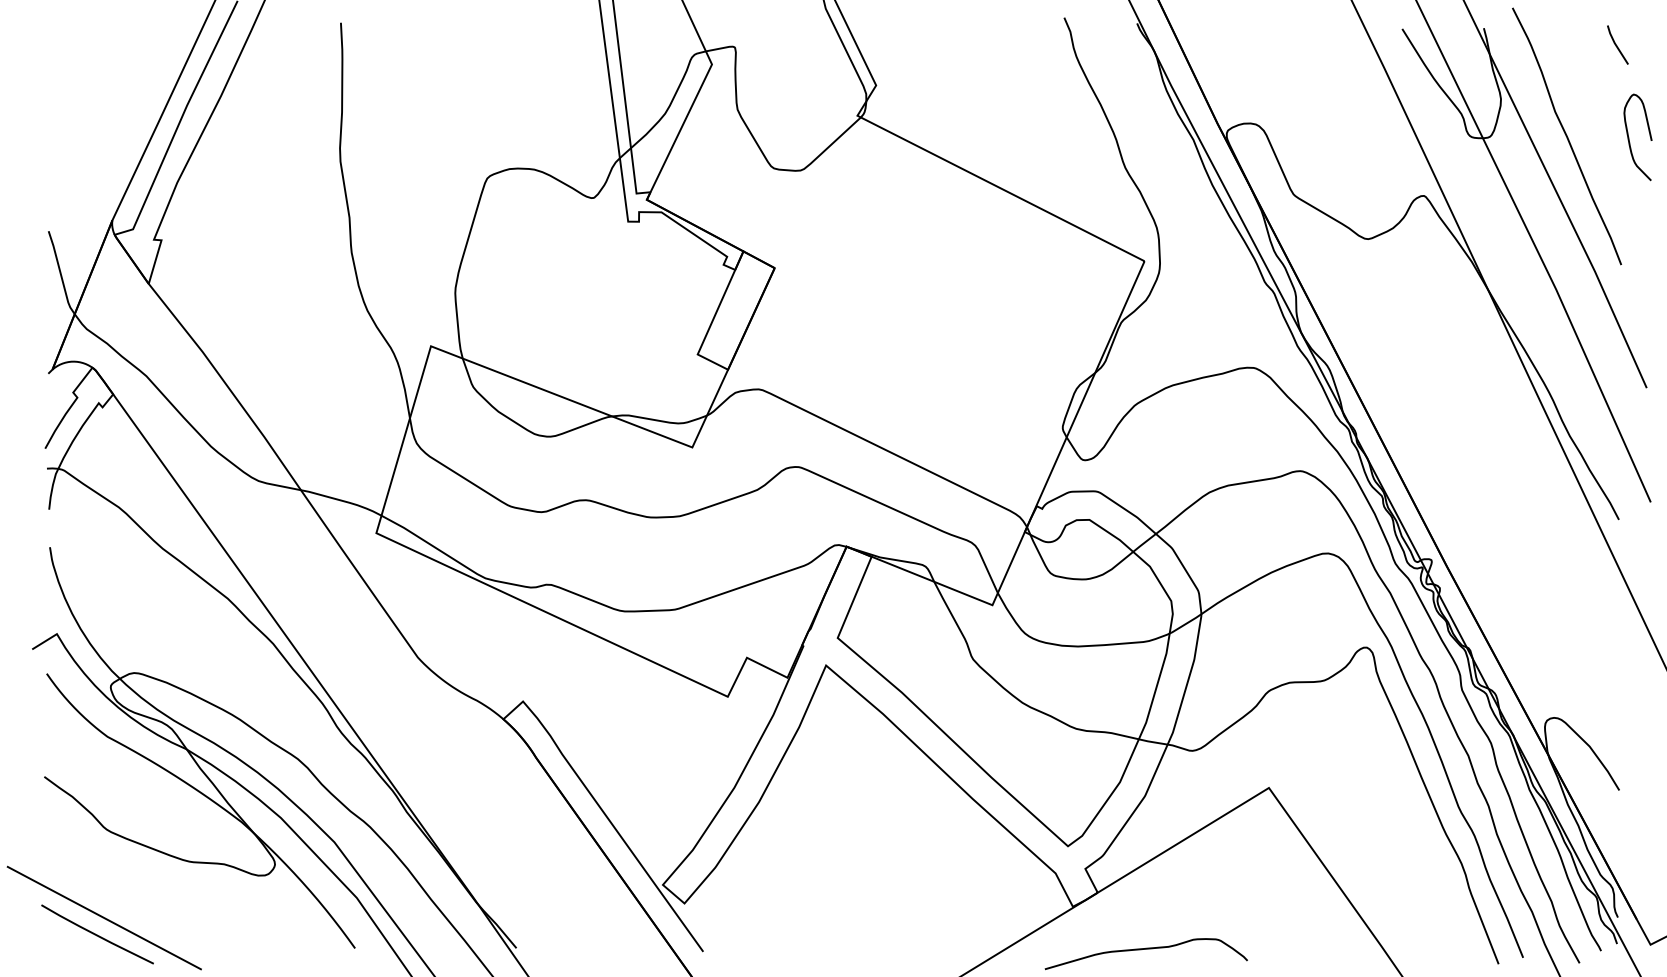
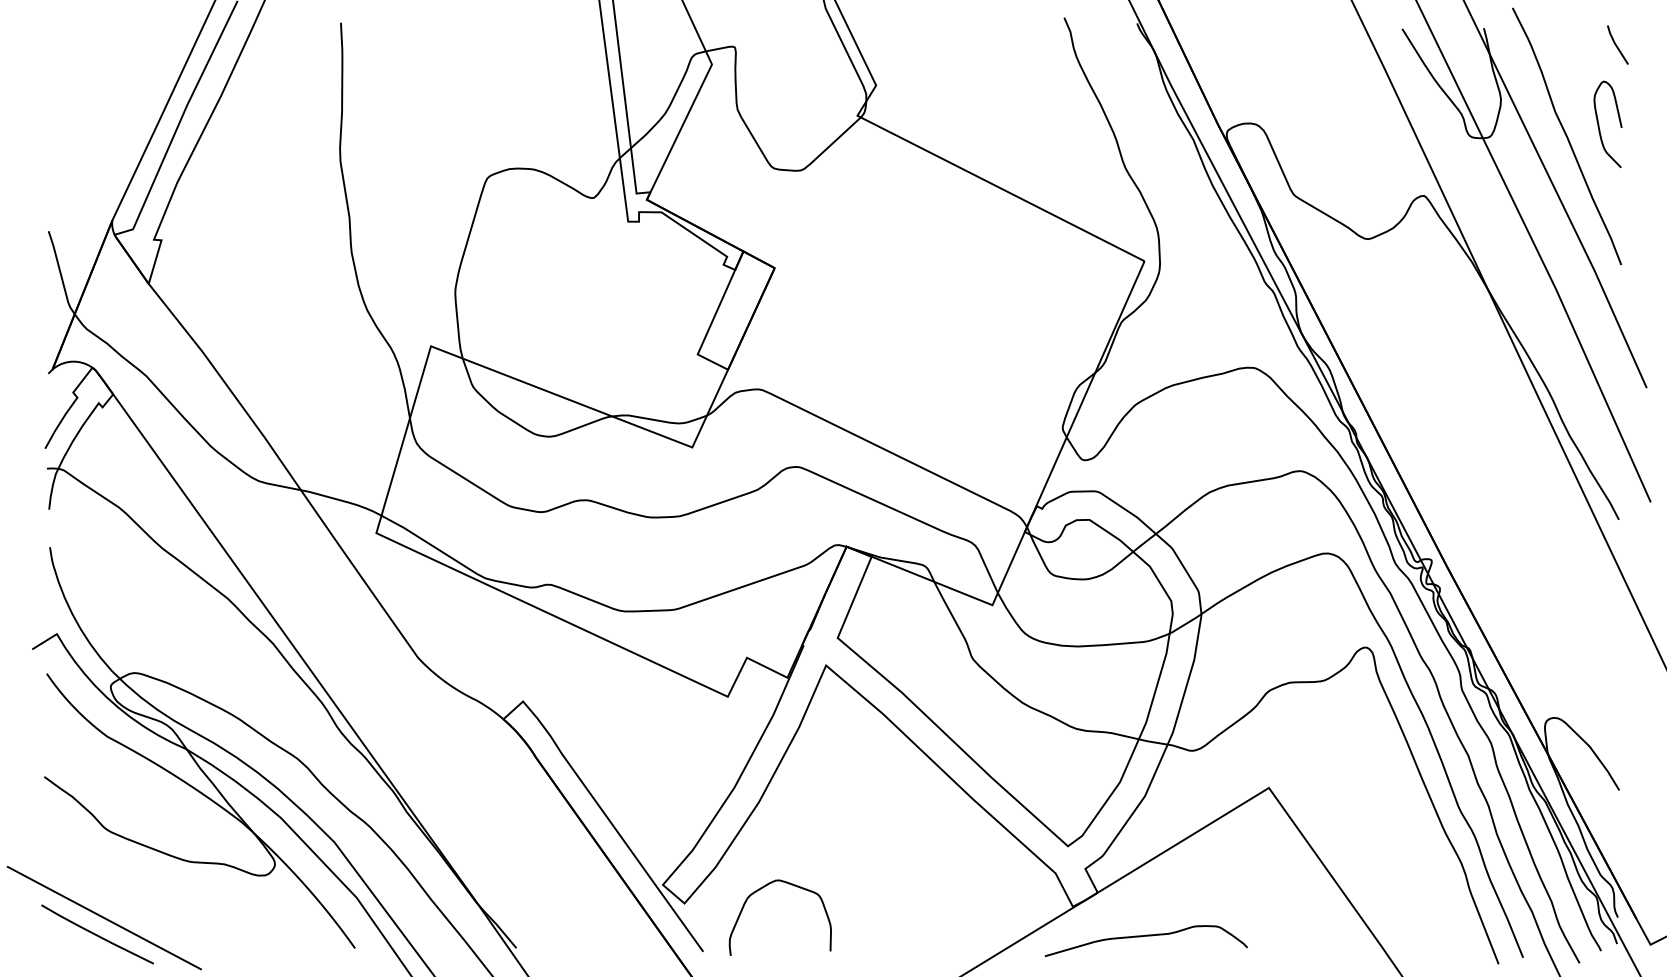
curve at (1629, 137) position: (1629, 137) -> (1599, 124)
curve at (763, 888): none -> present
curve at (1145, 949) position: (1145, 949) -> (1145, 936)
